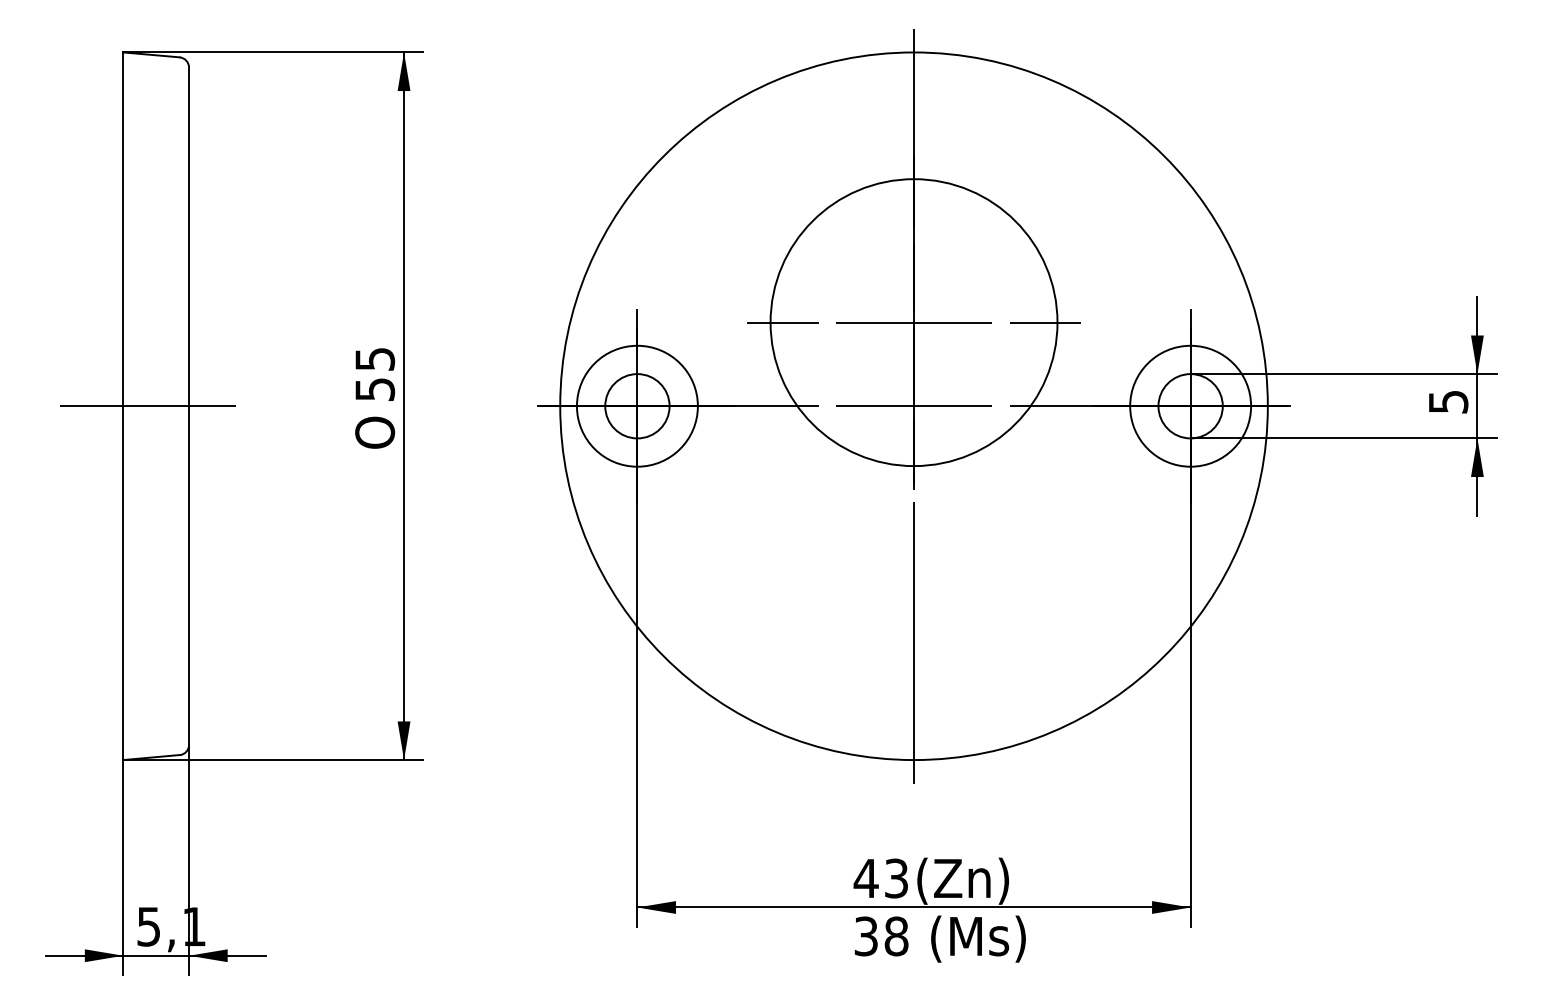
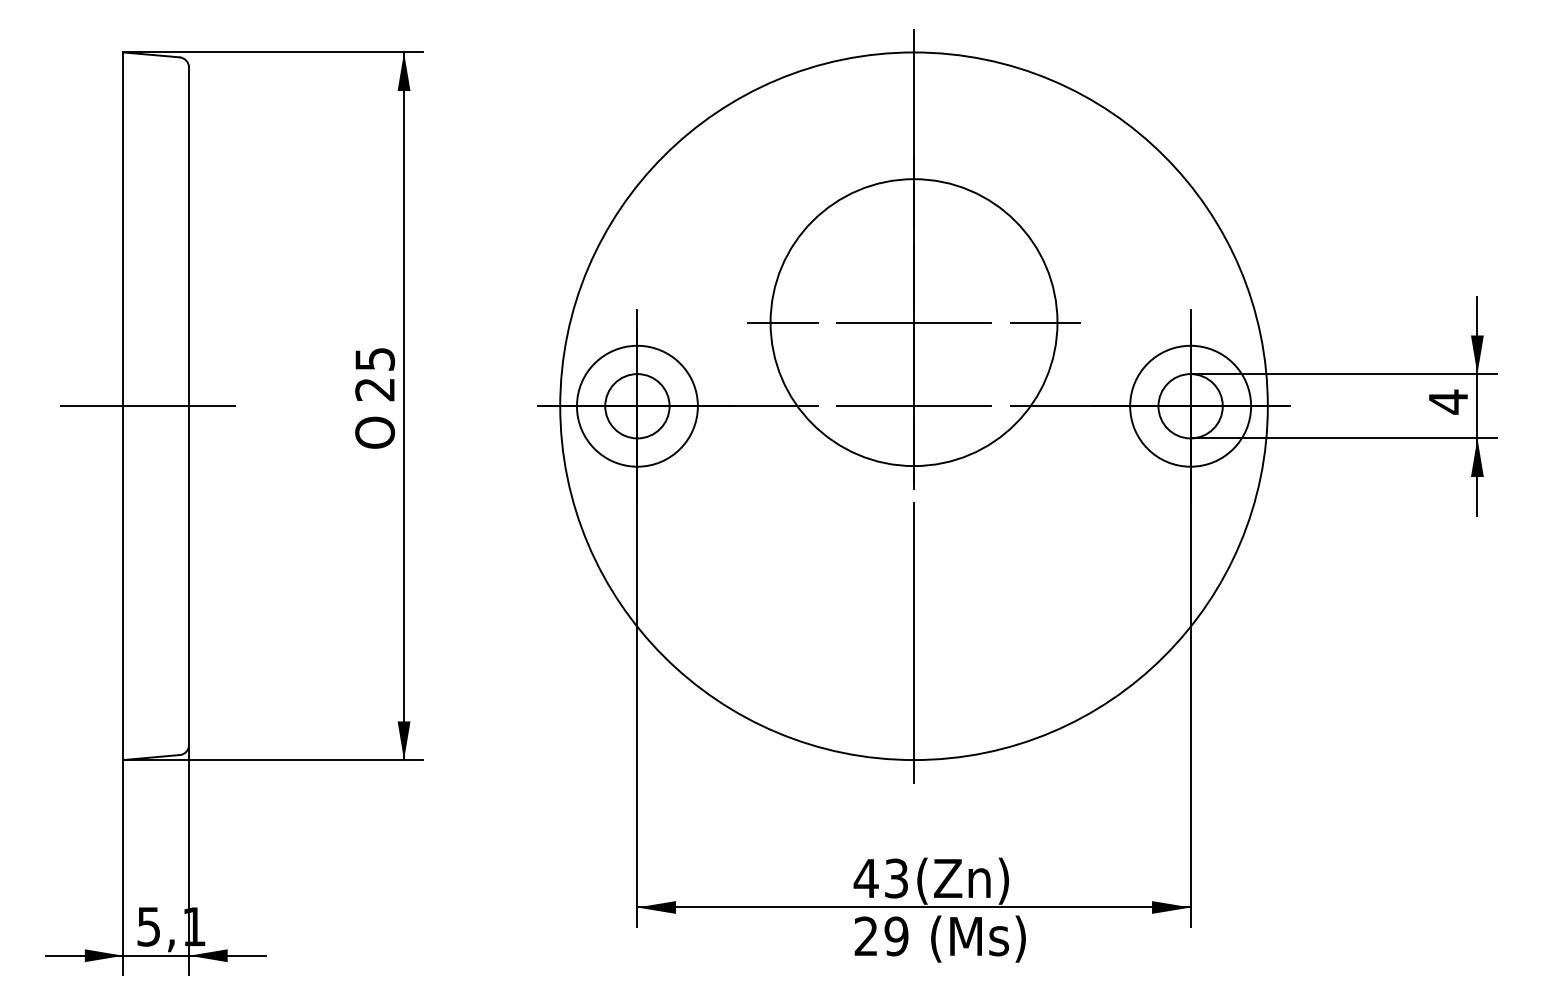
text at (375, 389): 55 -> 25
text at (1448, 401): 5 -> 4
text at (881, 936): 38 -> 29
